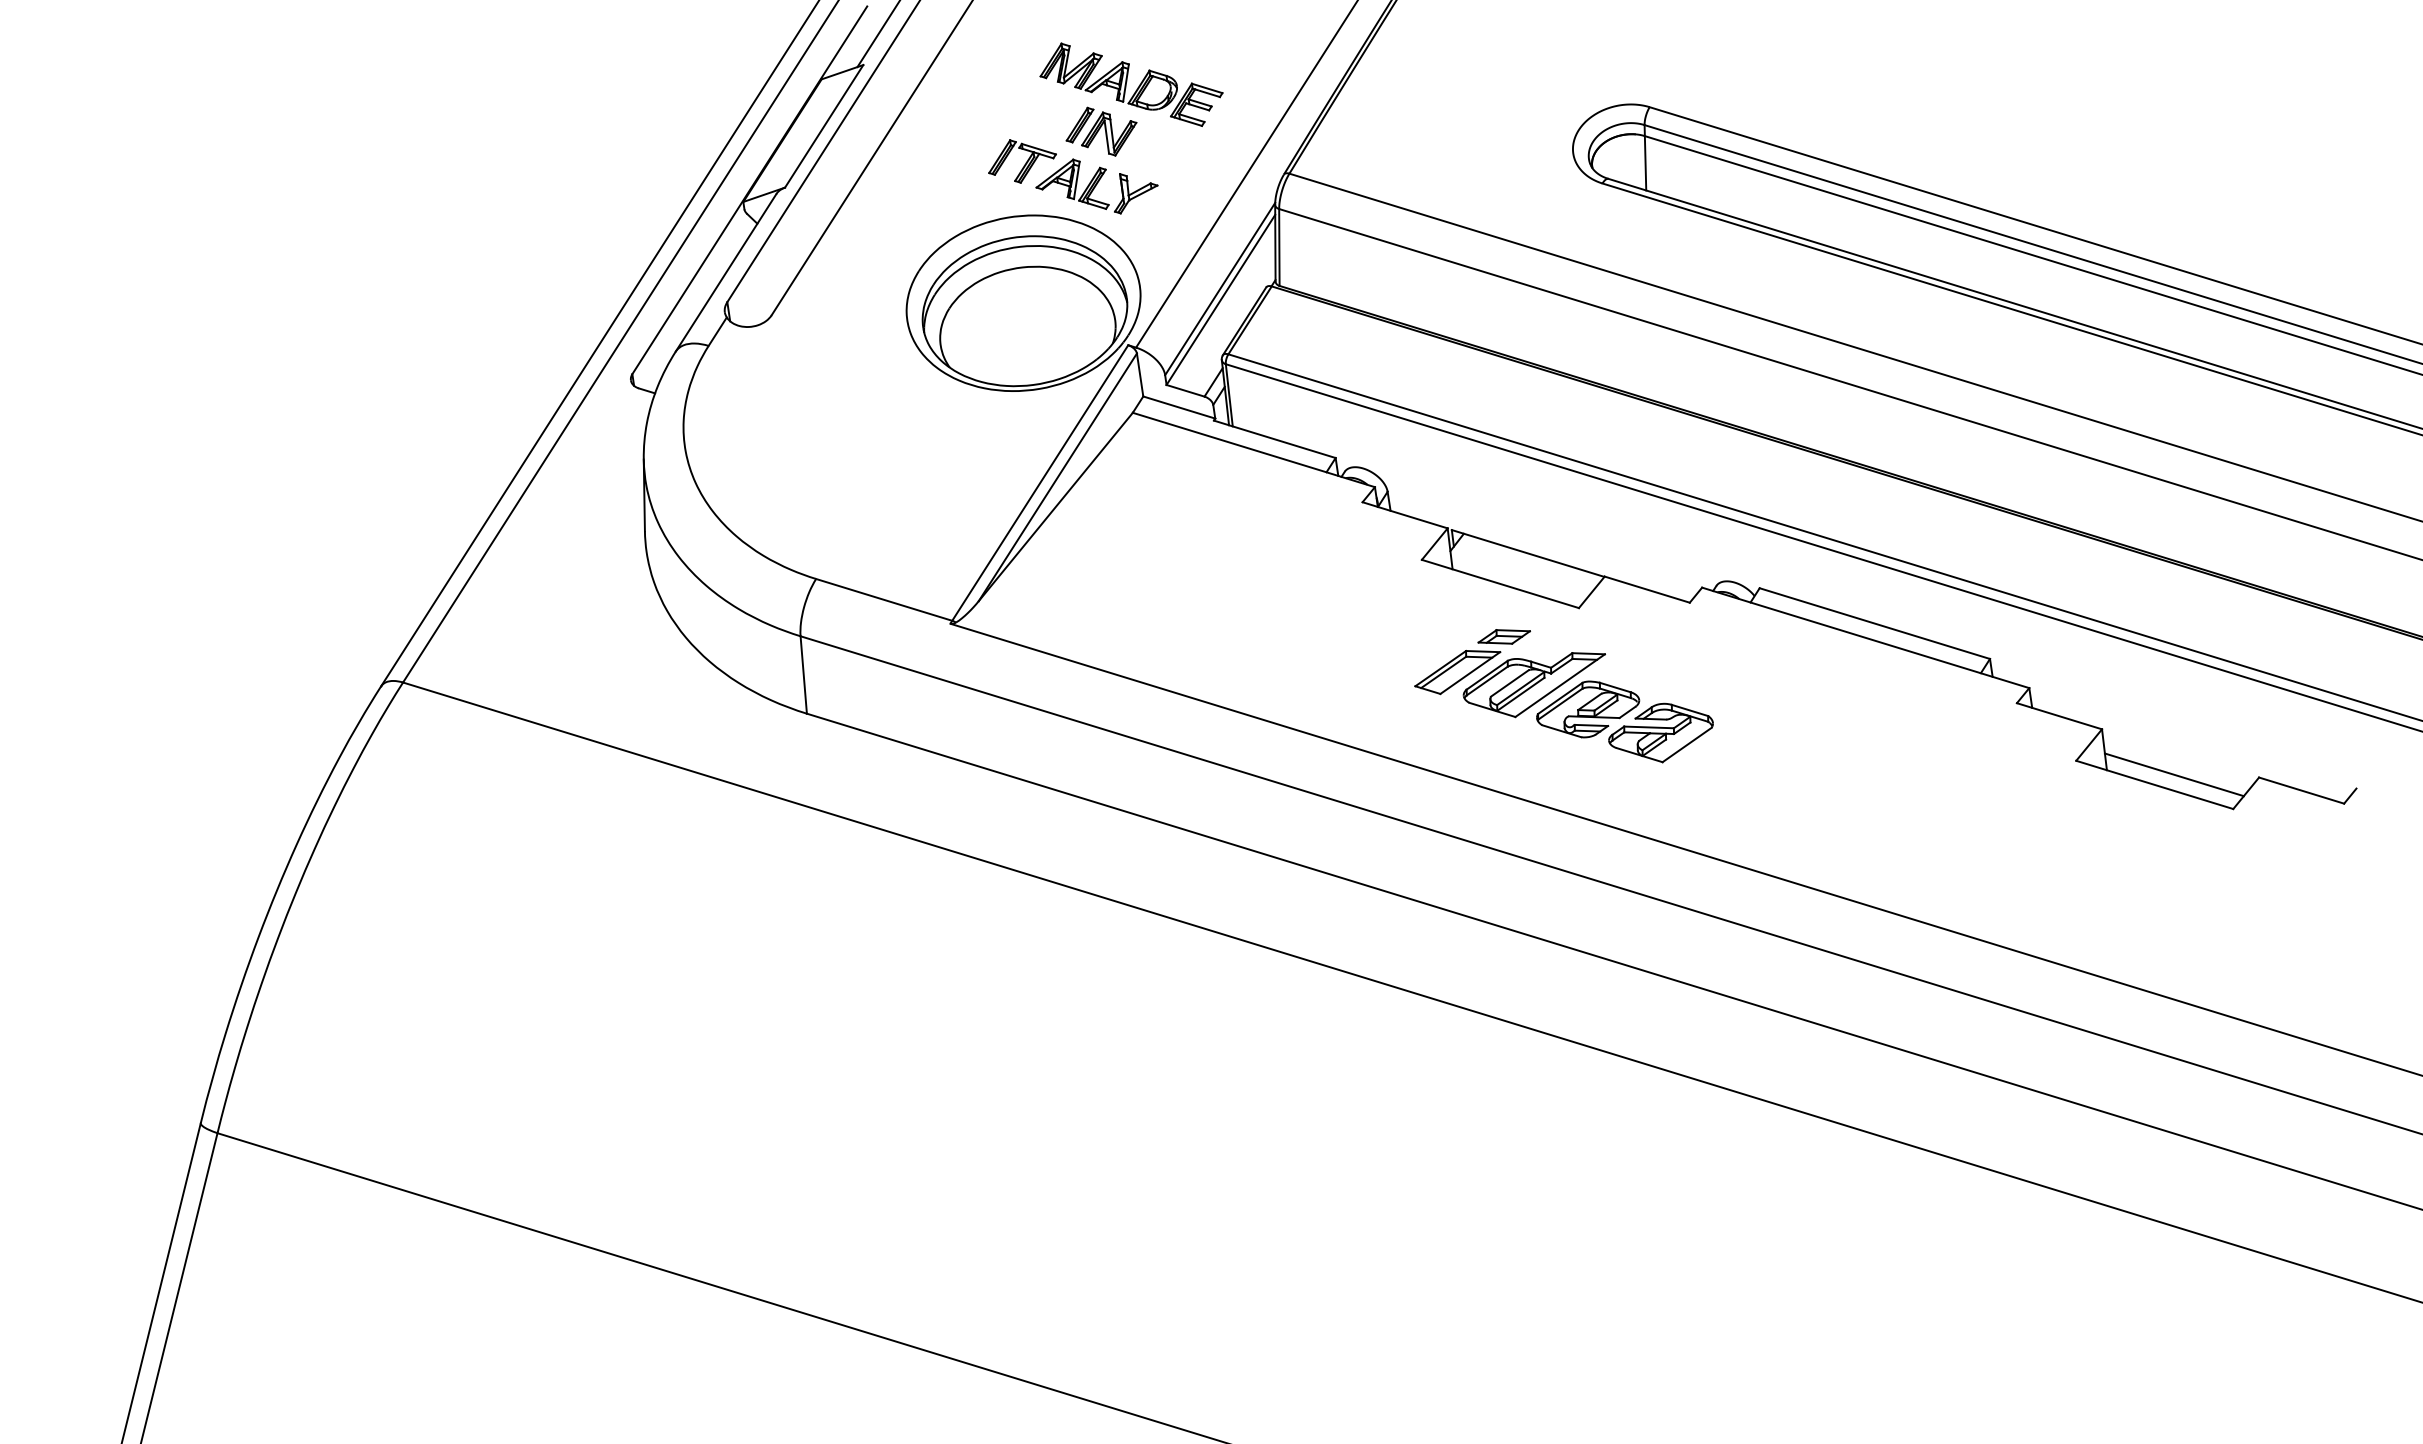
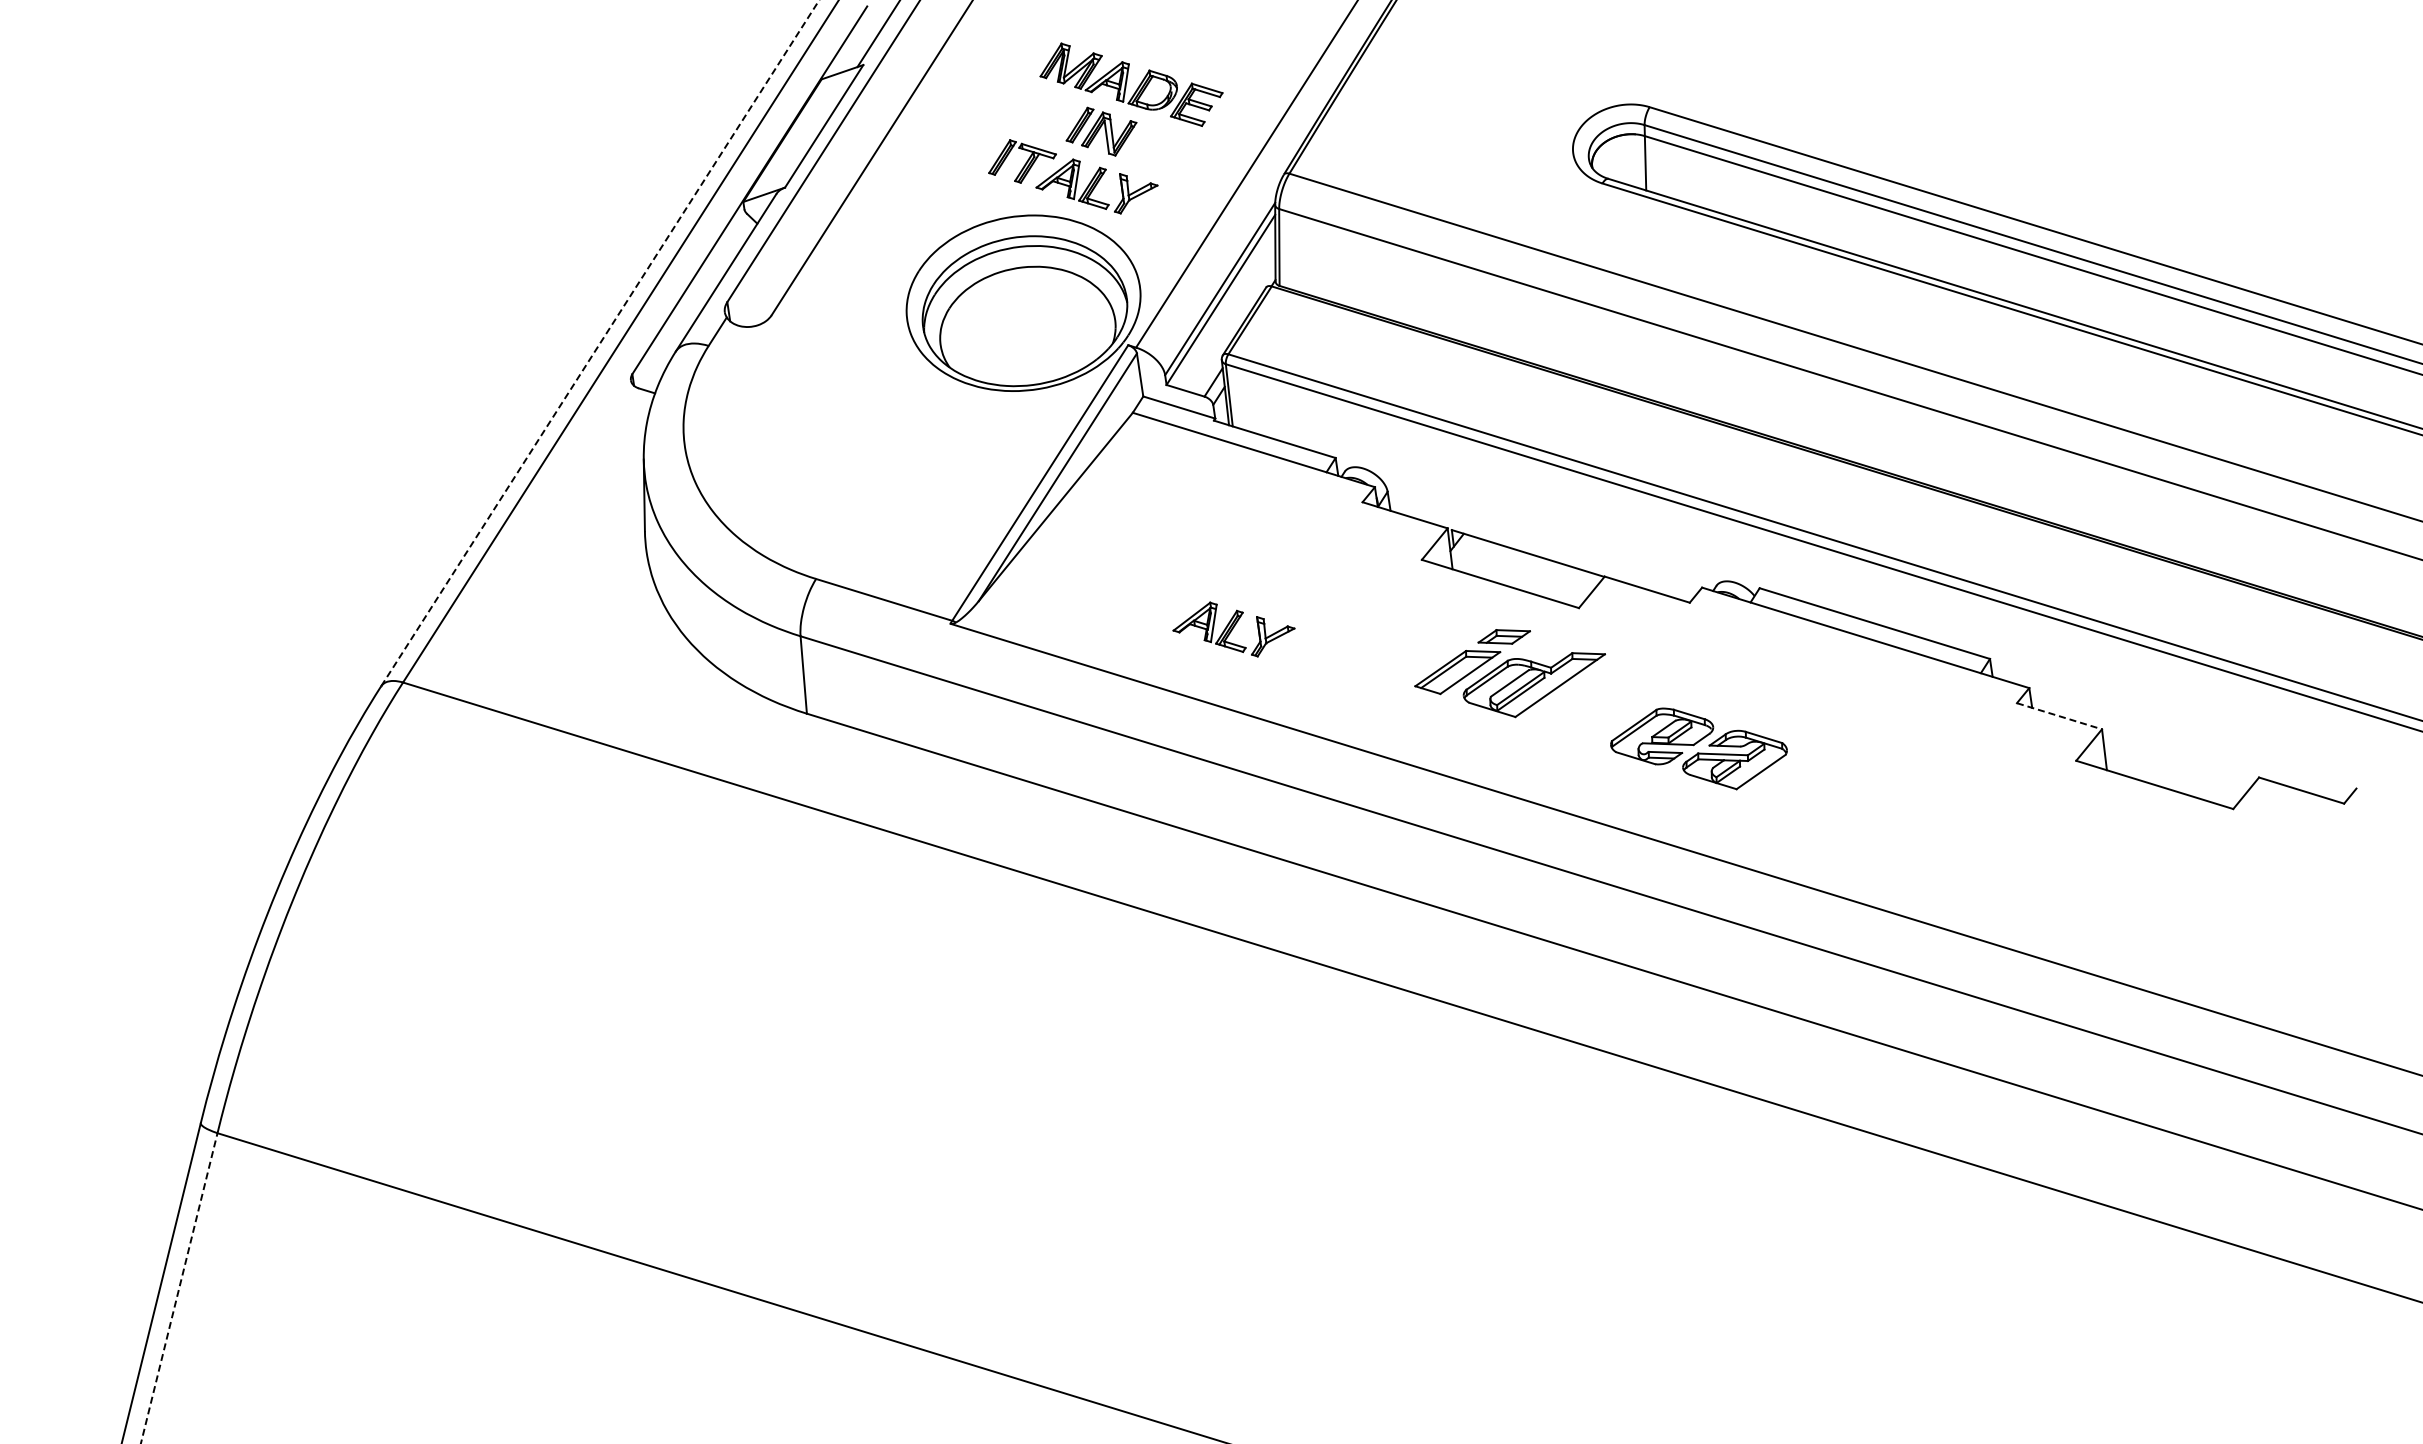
line at (600, 343): solid -> dashed
part at (1233, 629): none -> present
line at (2059, 716): solid -> dashed
part at (1624, 721) position: (1624, 721) -> (1698, 748)
line at (2173, 774): present -> none
line at (179, 1288): solid -> dashed
